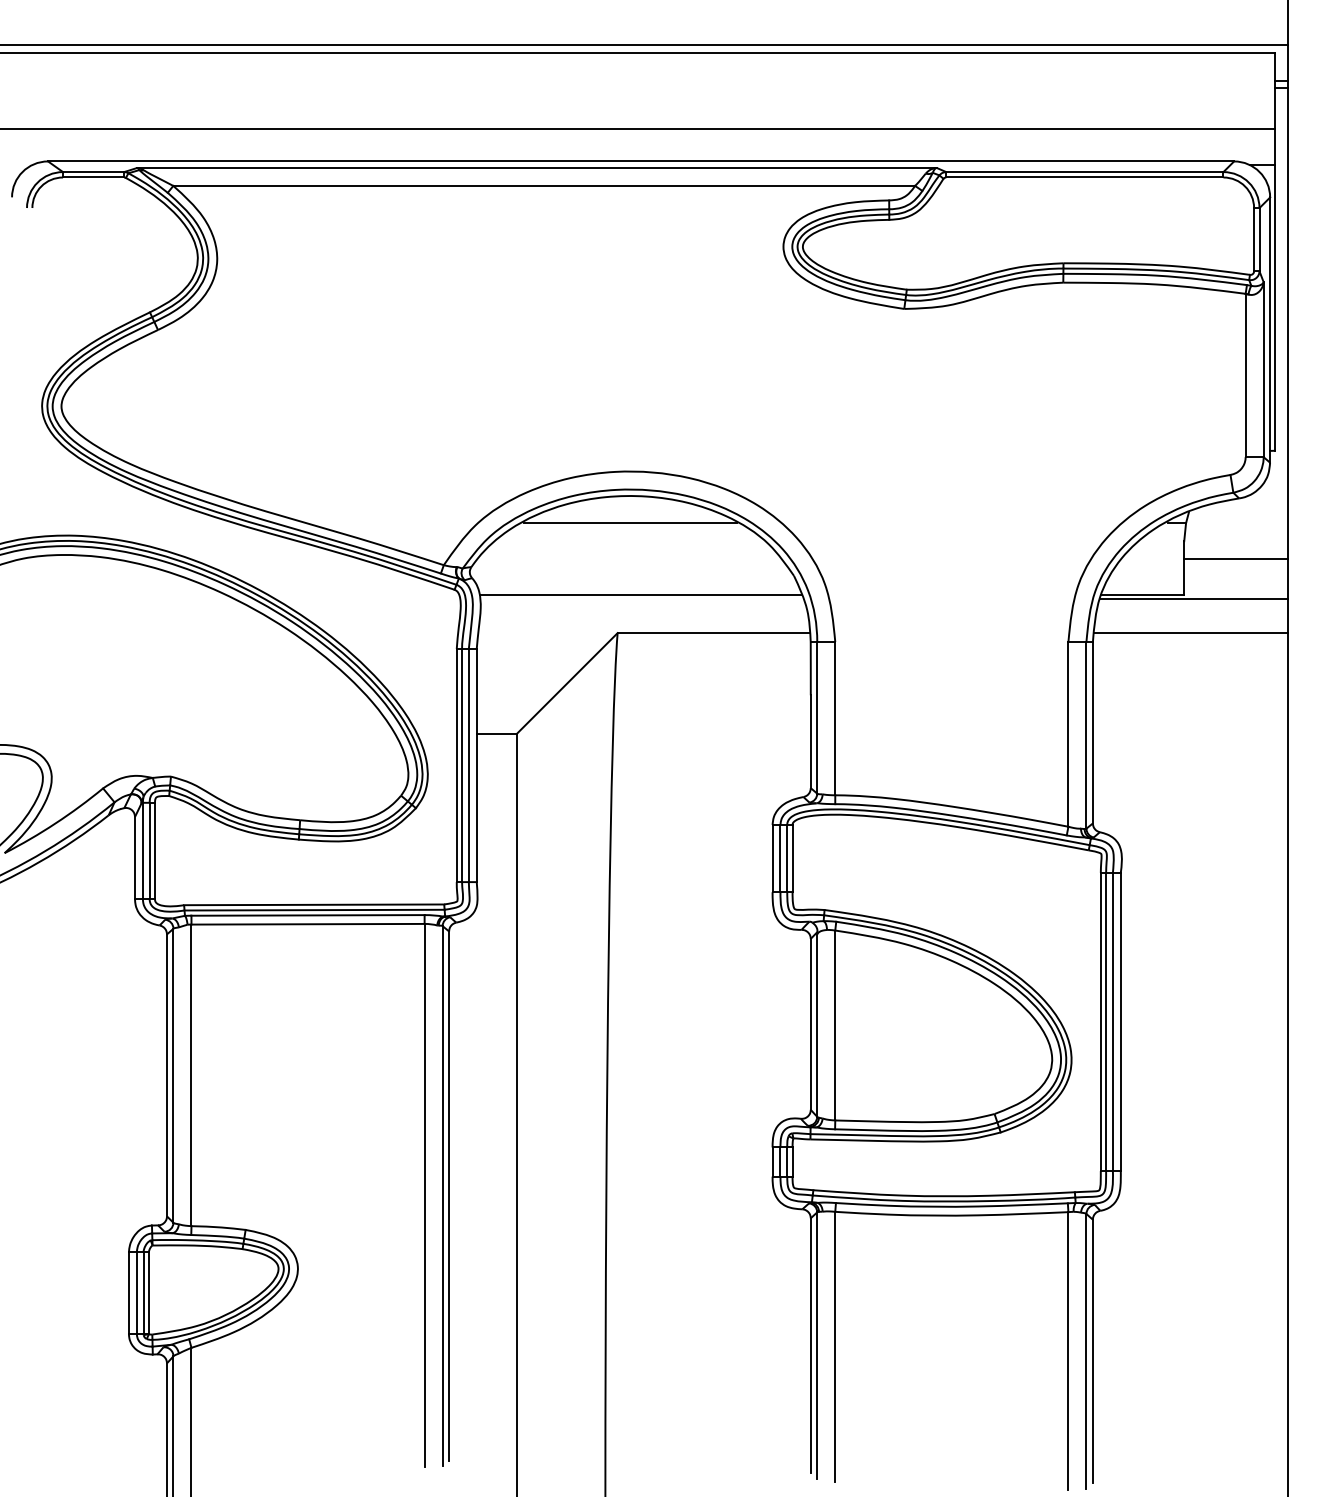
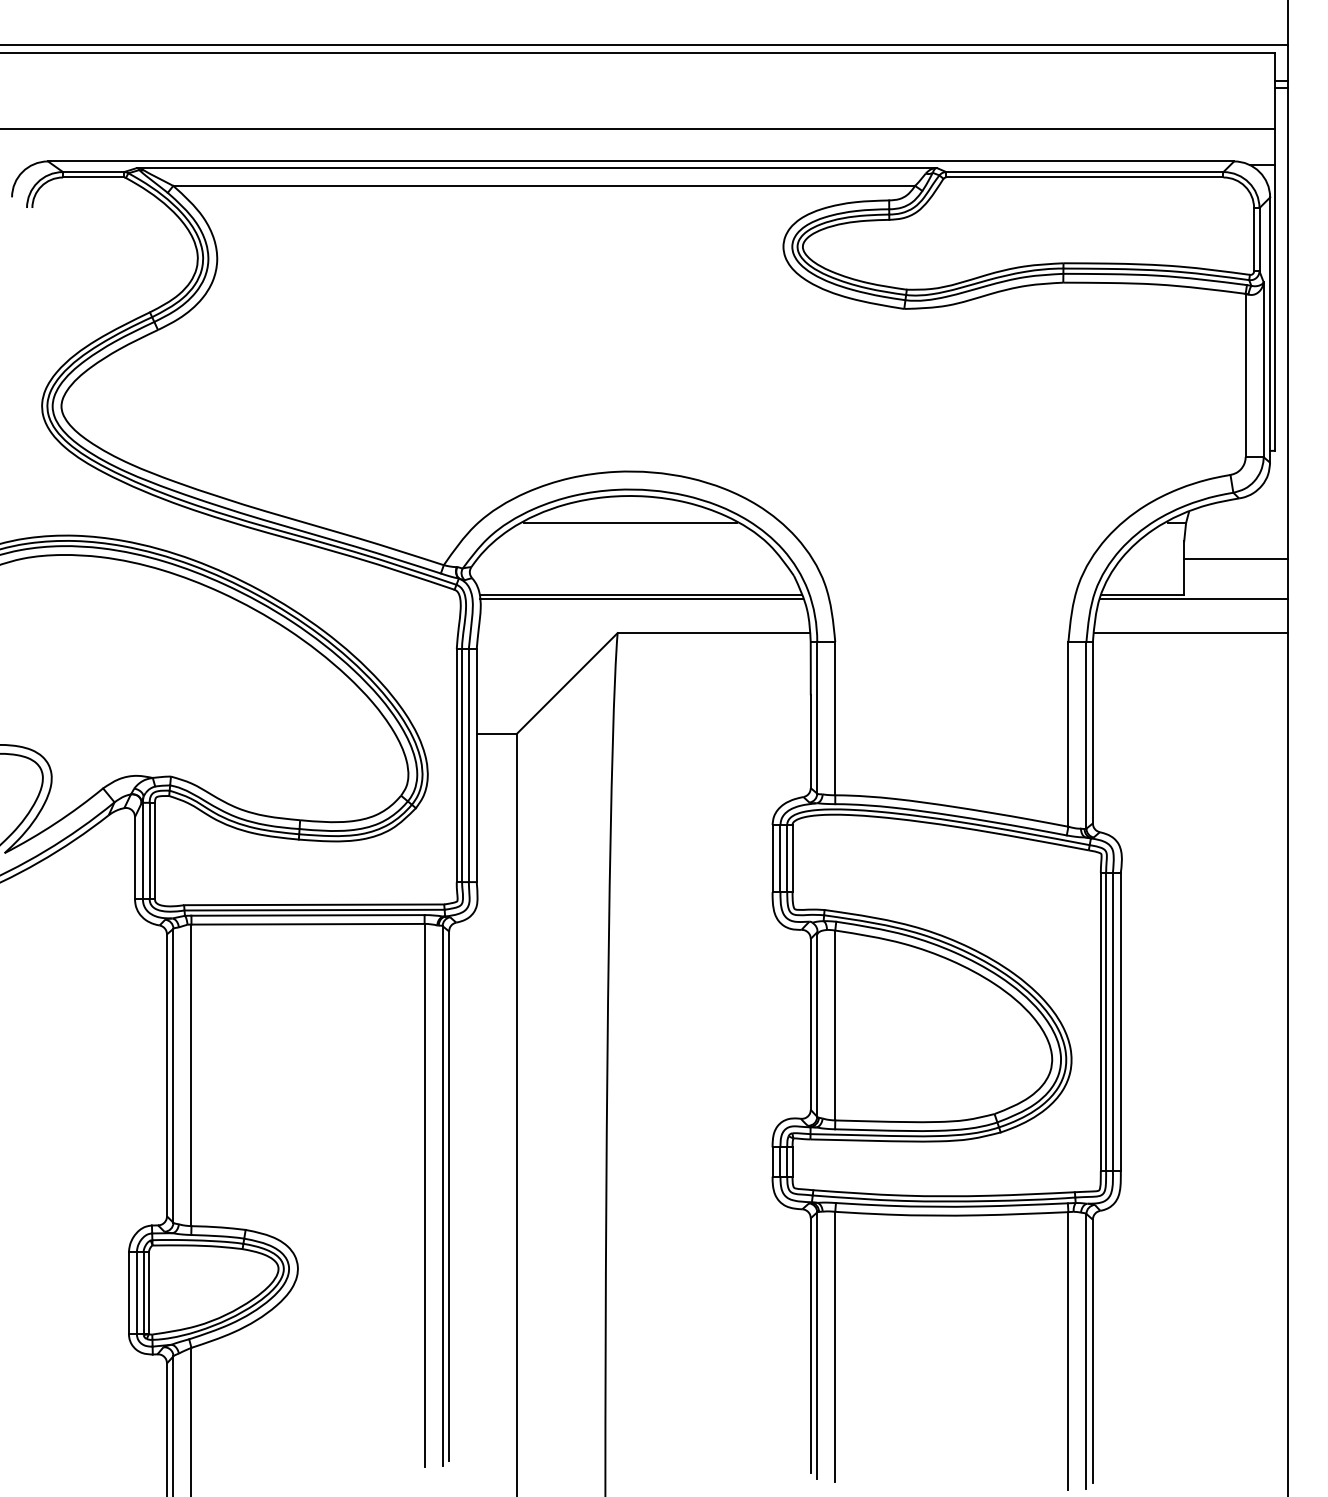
line at (640, 598): none -> present
